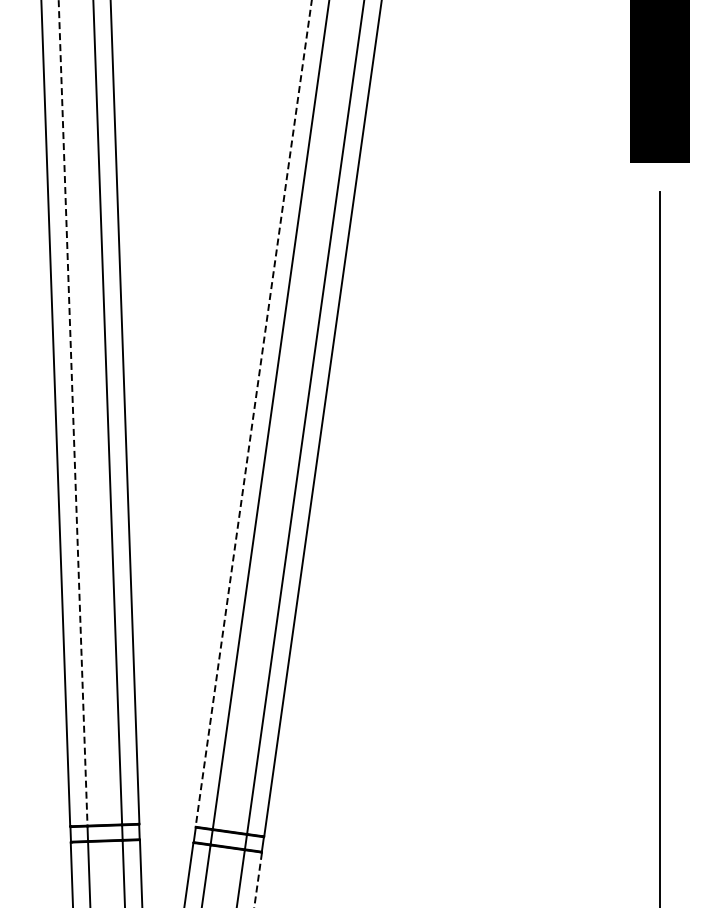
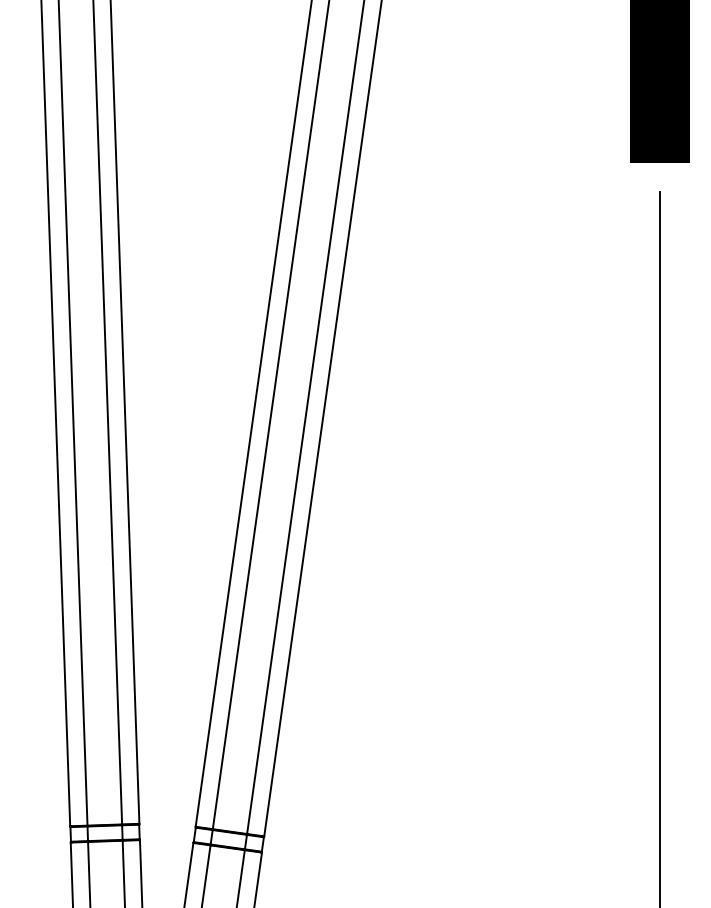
line at (73, 412): dashed -> solid
line at (253, 413): dashed -> solid
line at (258, 880): dashed -> solid
